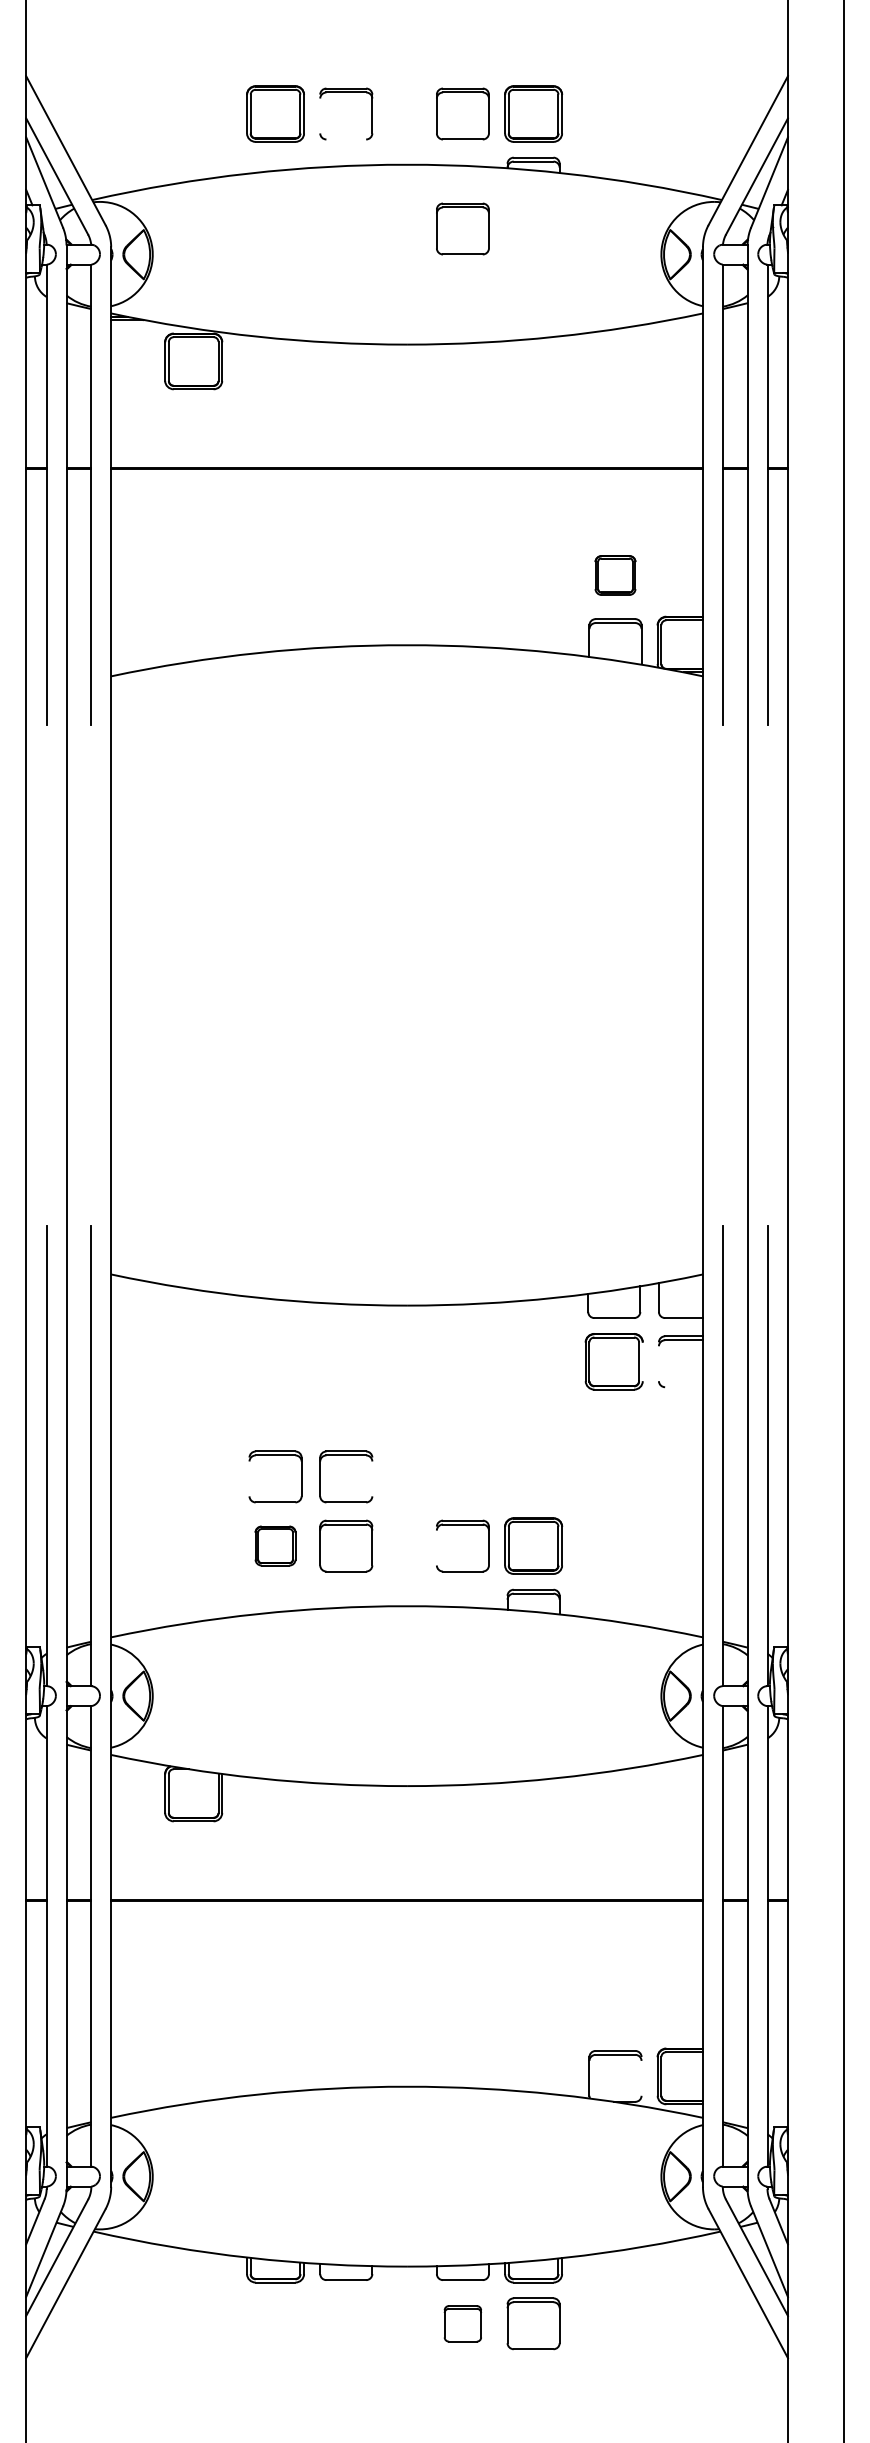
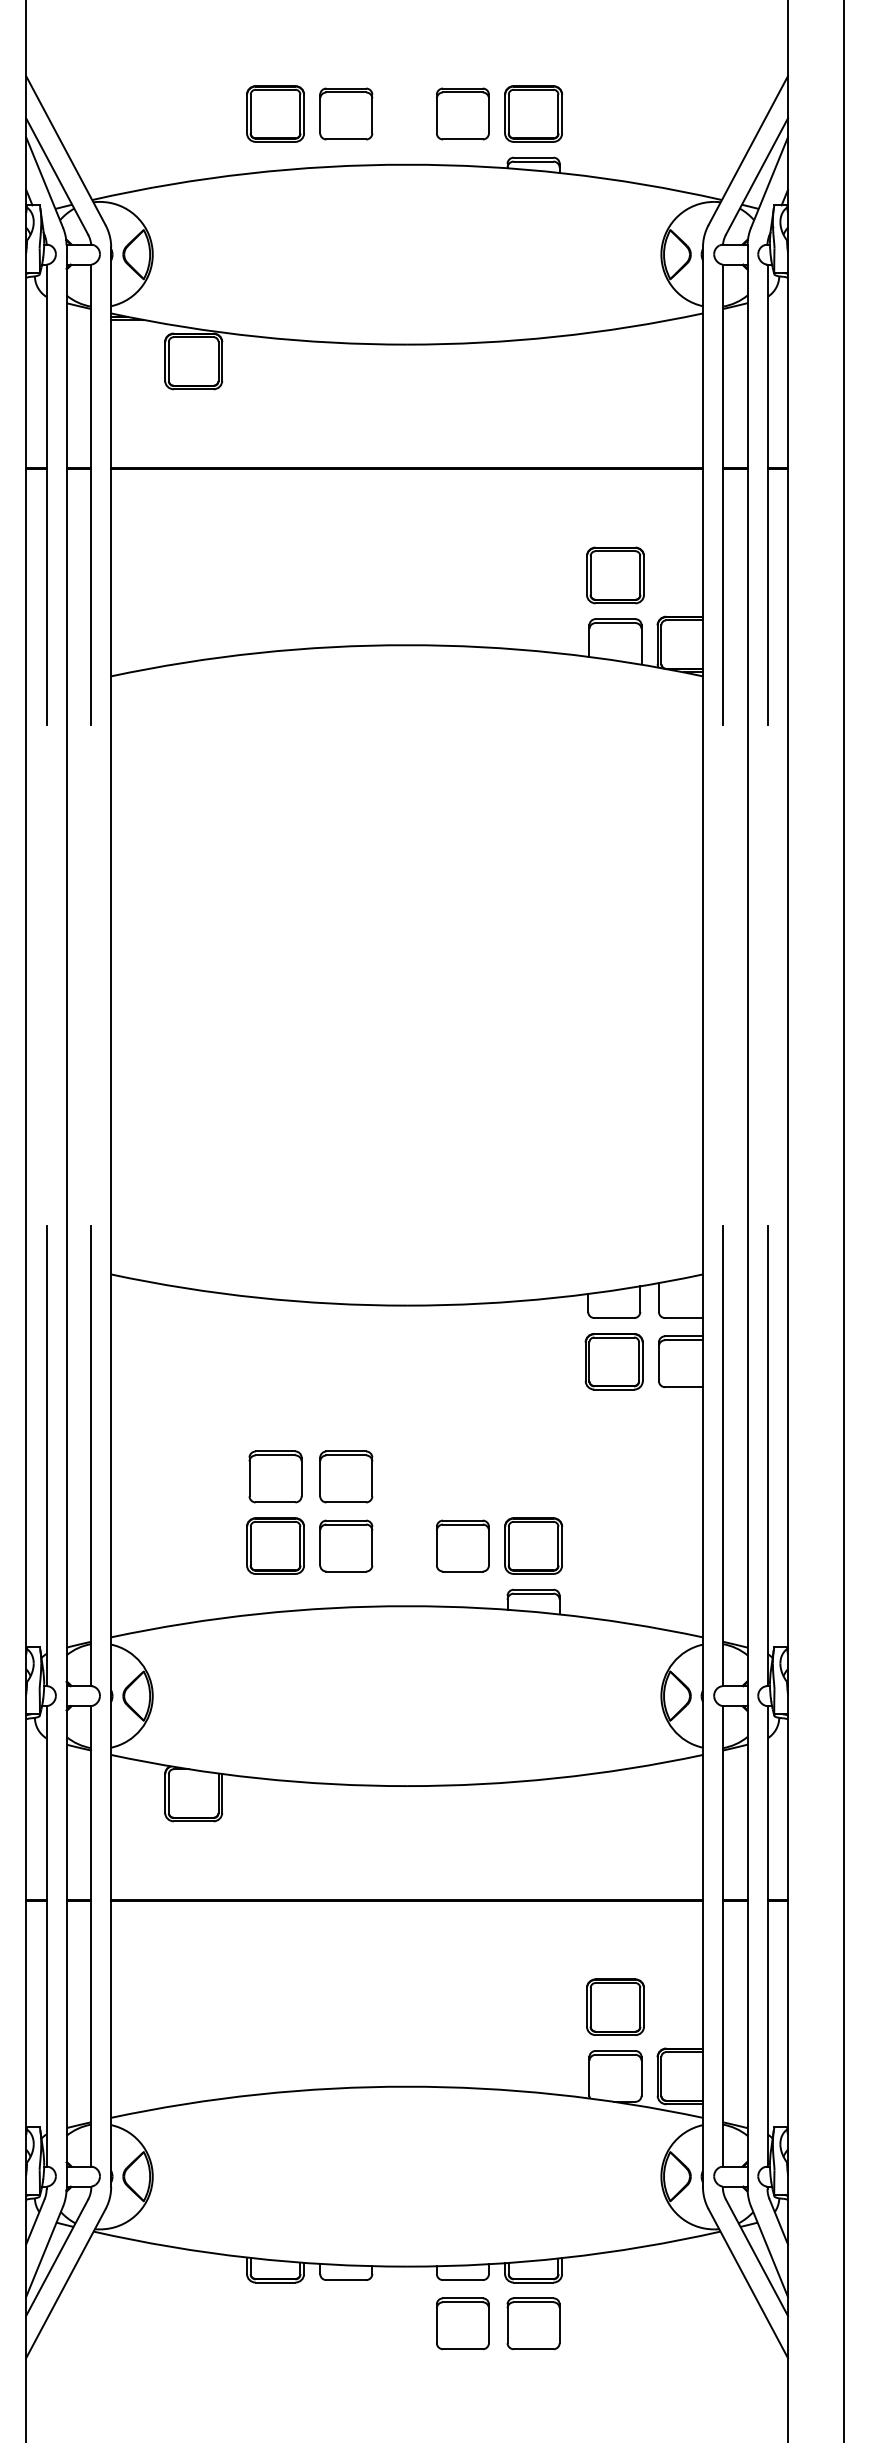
line at (320, 113): none -> present
line at (346, 139): none -> present
part at (462, 228): present -> none
part at (615, 575) size: 43x41 px -> 59x59 px
line at (642, 1361): none -> present
line at (658, 1361): none -> present
line at (683, 1387): none -> present
line at (249, 1476): none -> present
line at (372, 1476): none -> present
part at (275, 1545) size: 43x42 px -> 59x58 px
line at (436, 1545): none -> present
part at (615, 2006): none -> present
line at (641, 2076): none -> present
part at (462, 2323) size: 39x38 px -> 54x54 px
